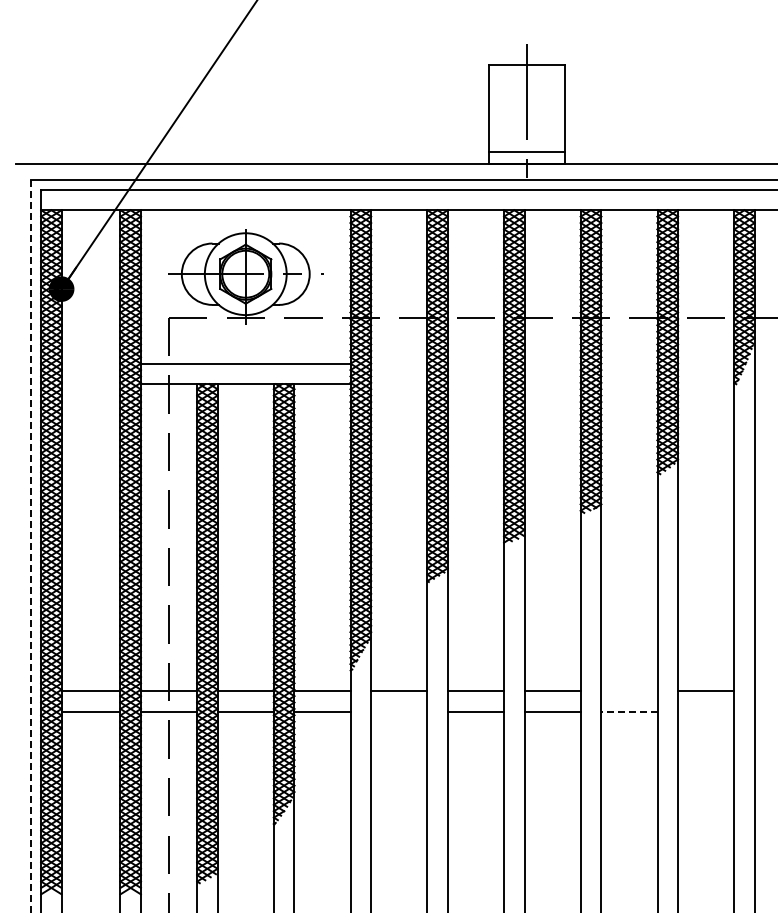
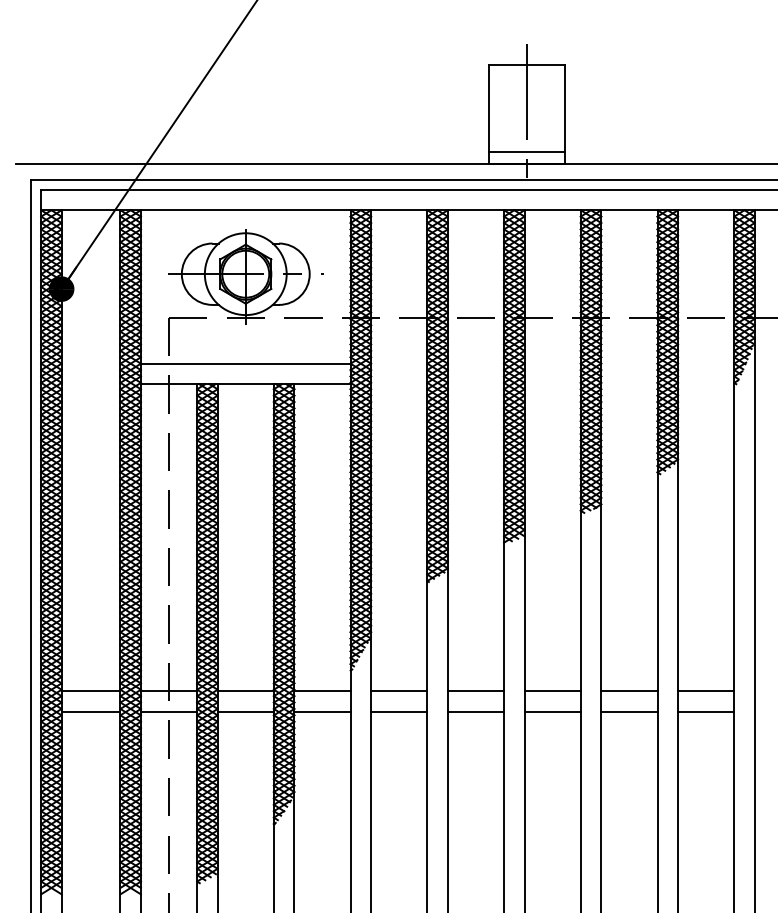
line at (30, 546): dashed -> solid
line at (629, 691): none -> present
line at (399, 711): none -> present
line at (628, 711): dashed -> solid
line at (705, 711): none -> present
